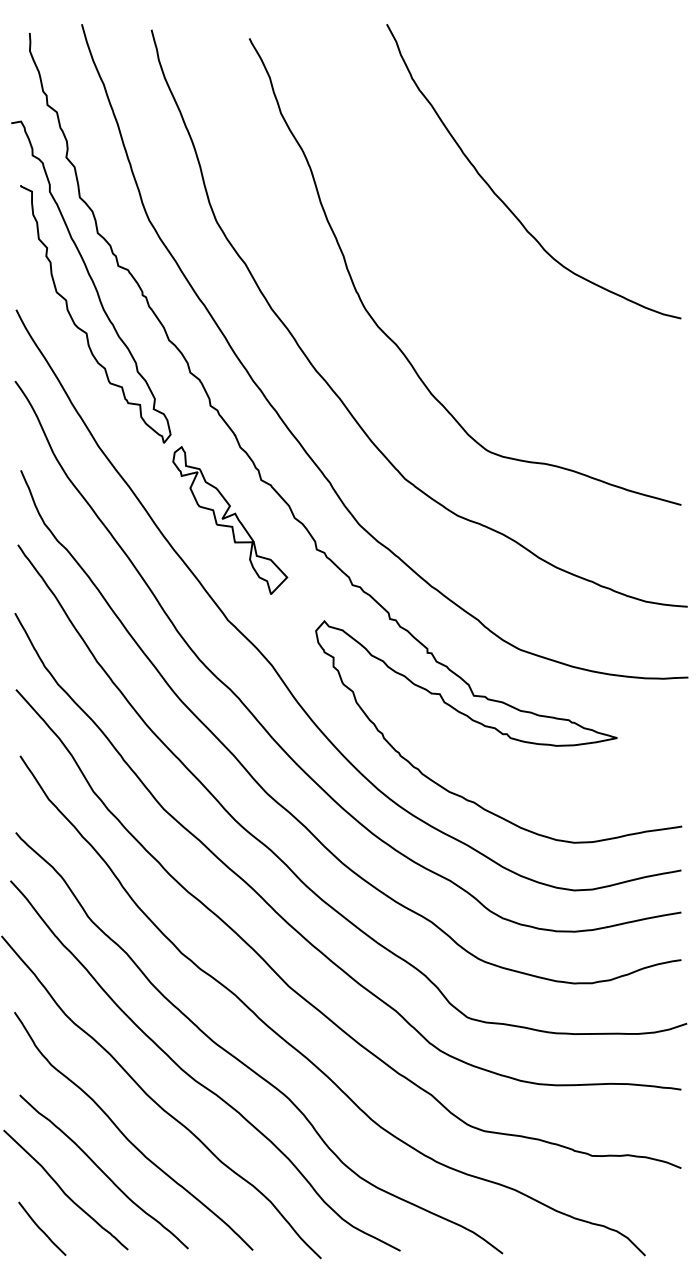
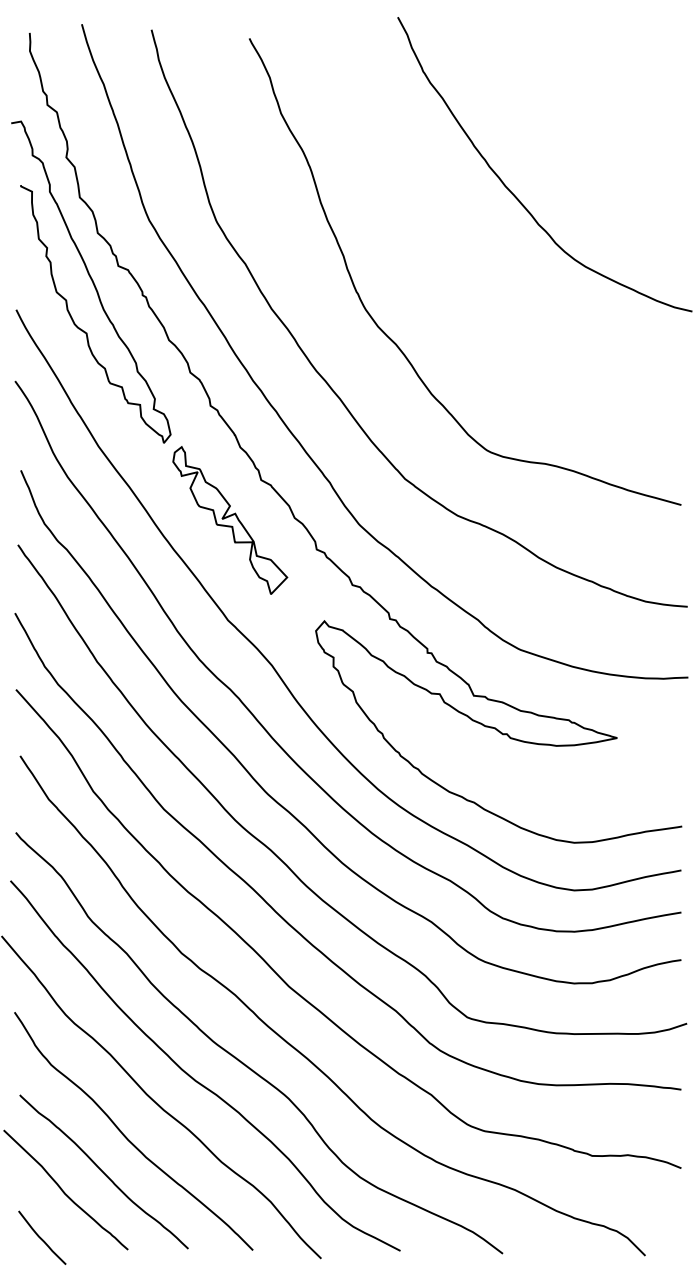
curve at (503, 201) position: (503, 201) -> (514, 194)
curve at (41, 1228) position: (41, 1228) -> (41, 1237)
